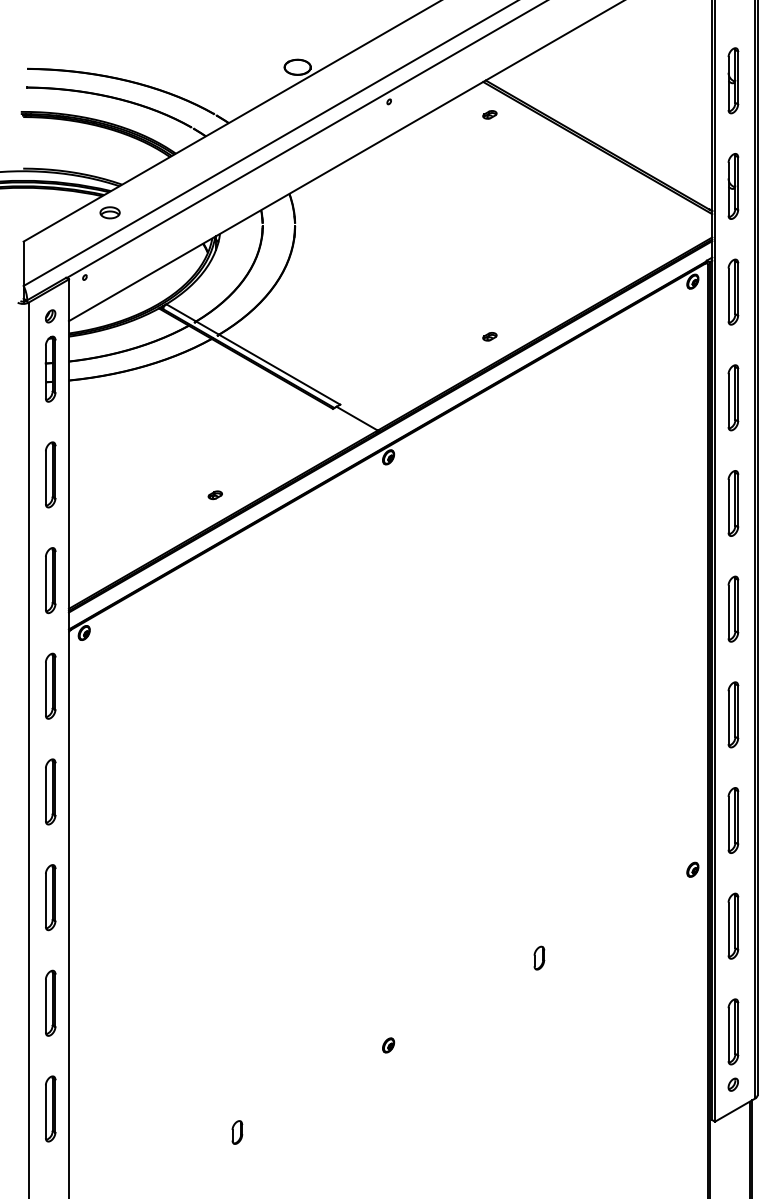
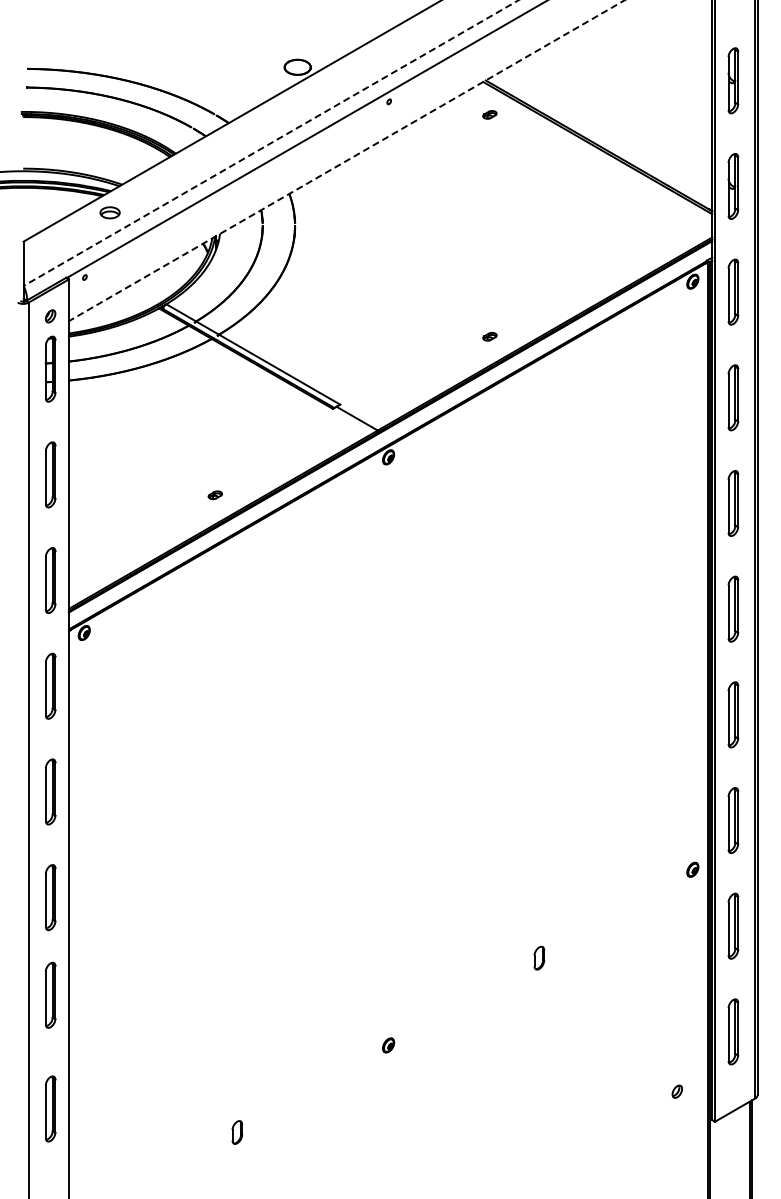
line at (271, 143): solid -> dashed
line at (346, 160): solid -> dashed
part at (50, 1002) position: (50, 1002) -> (50, 994)
part at (732, 1084) position: (732, 1084) -> (676, 1091)
